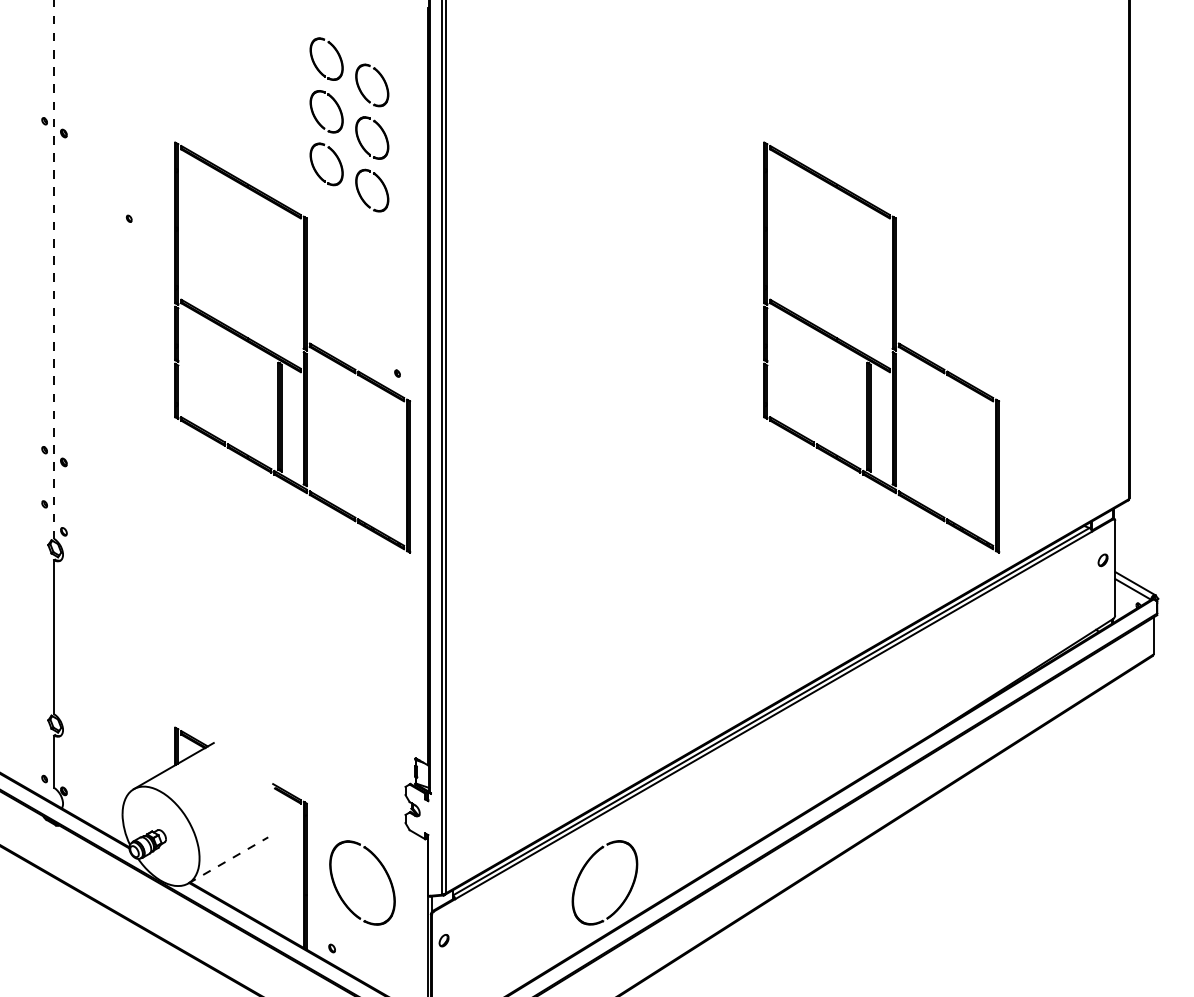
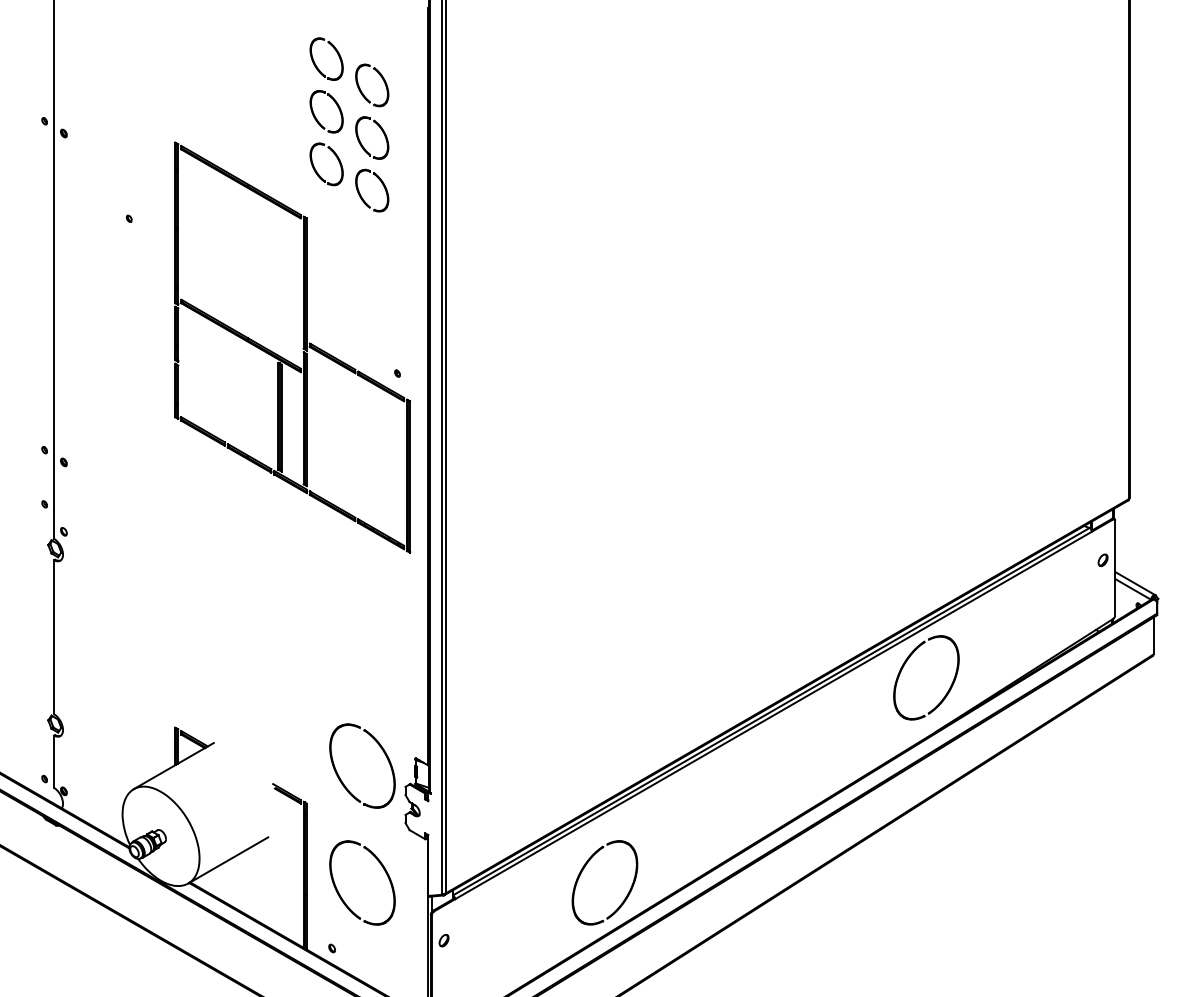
line at (54, 269): dashed -> solid
part at (881, 347): present -> none
part at (904, 666): none -> present
part at (384, 754): none -> present
line at (228, 860): dashed -> solid
